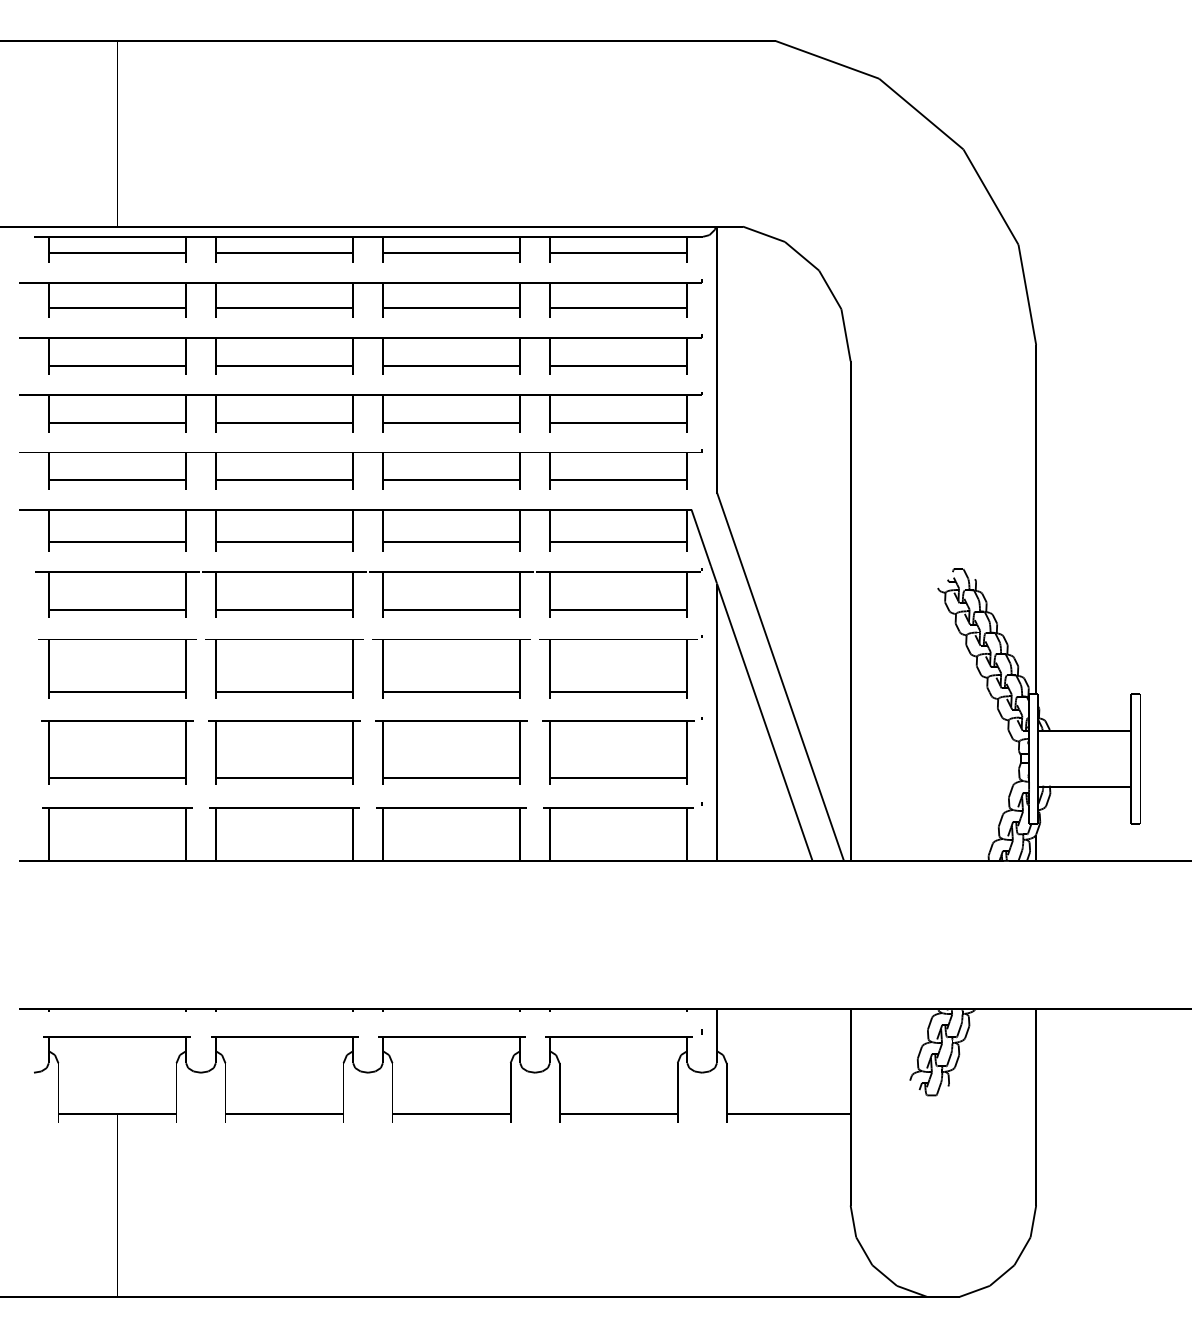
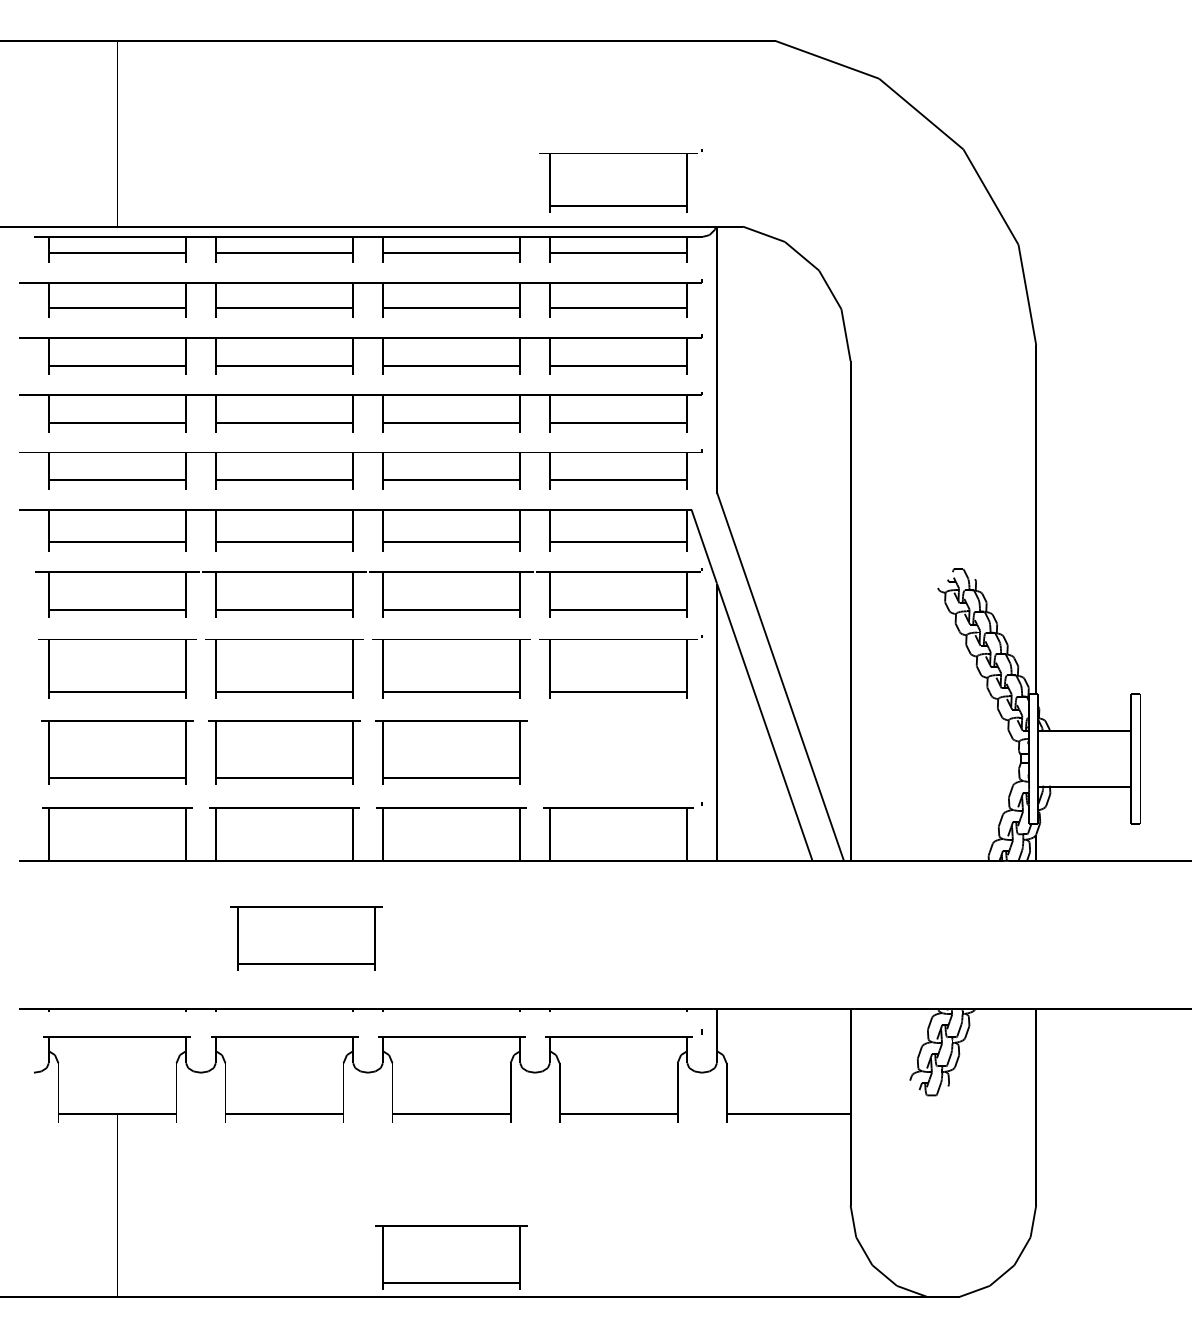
part at (620, 180): none -> present
part at (622, 750): present -> none
part at (306, 938): none -> present
part at (451, 1257): none -> present
